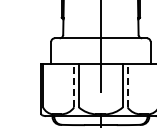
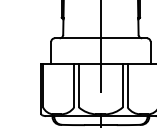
line at (74, 85): dashed -> solid
line at (127, 85): dashed -> solid
